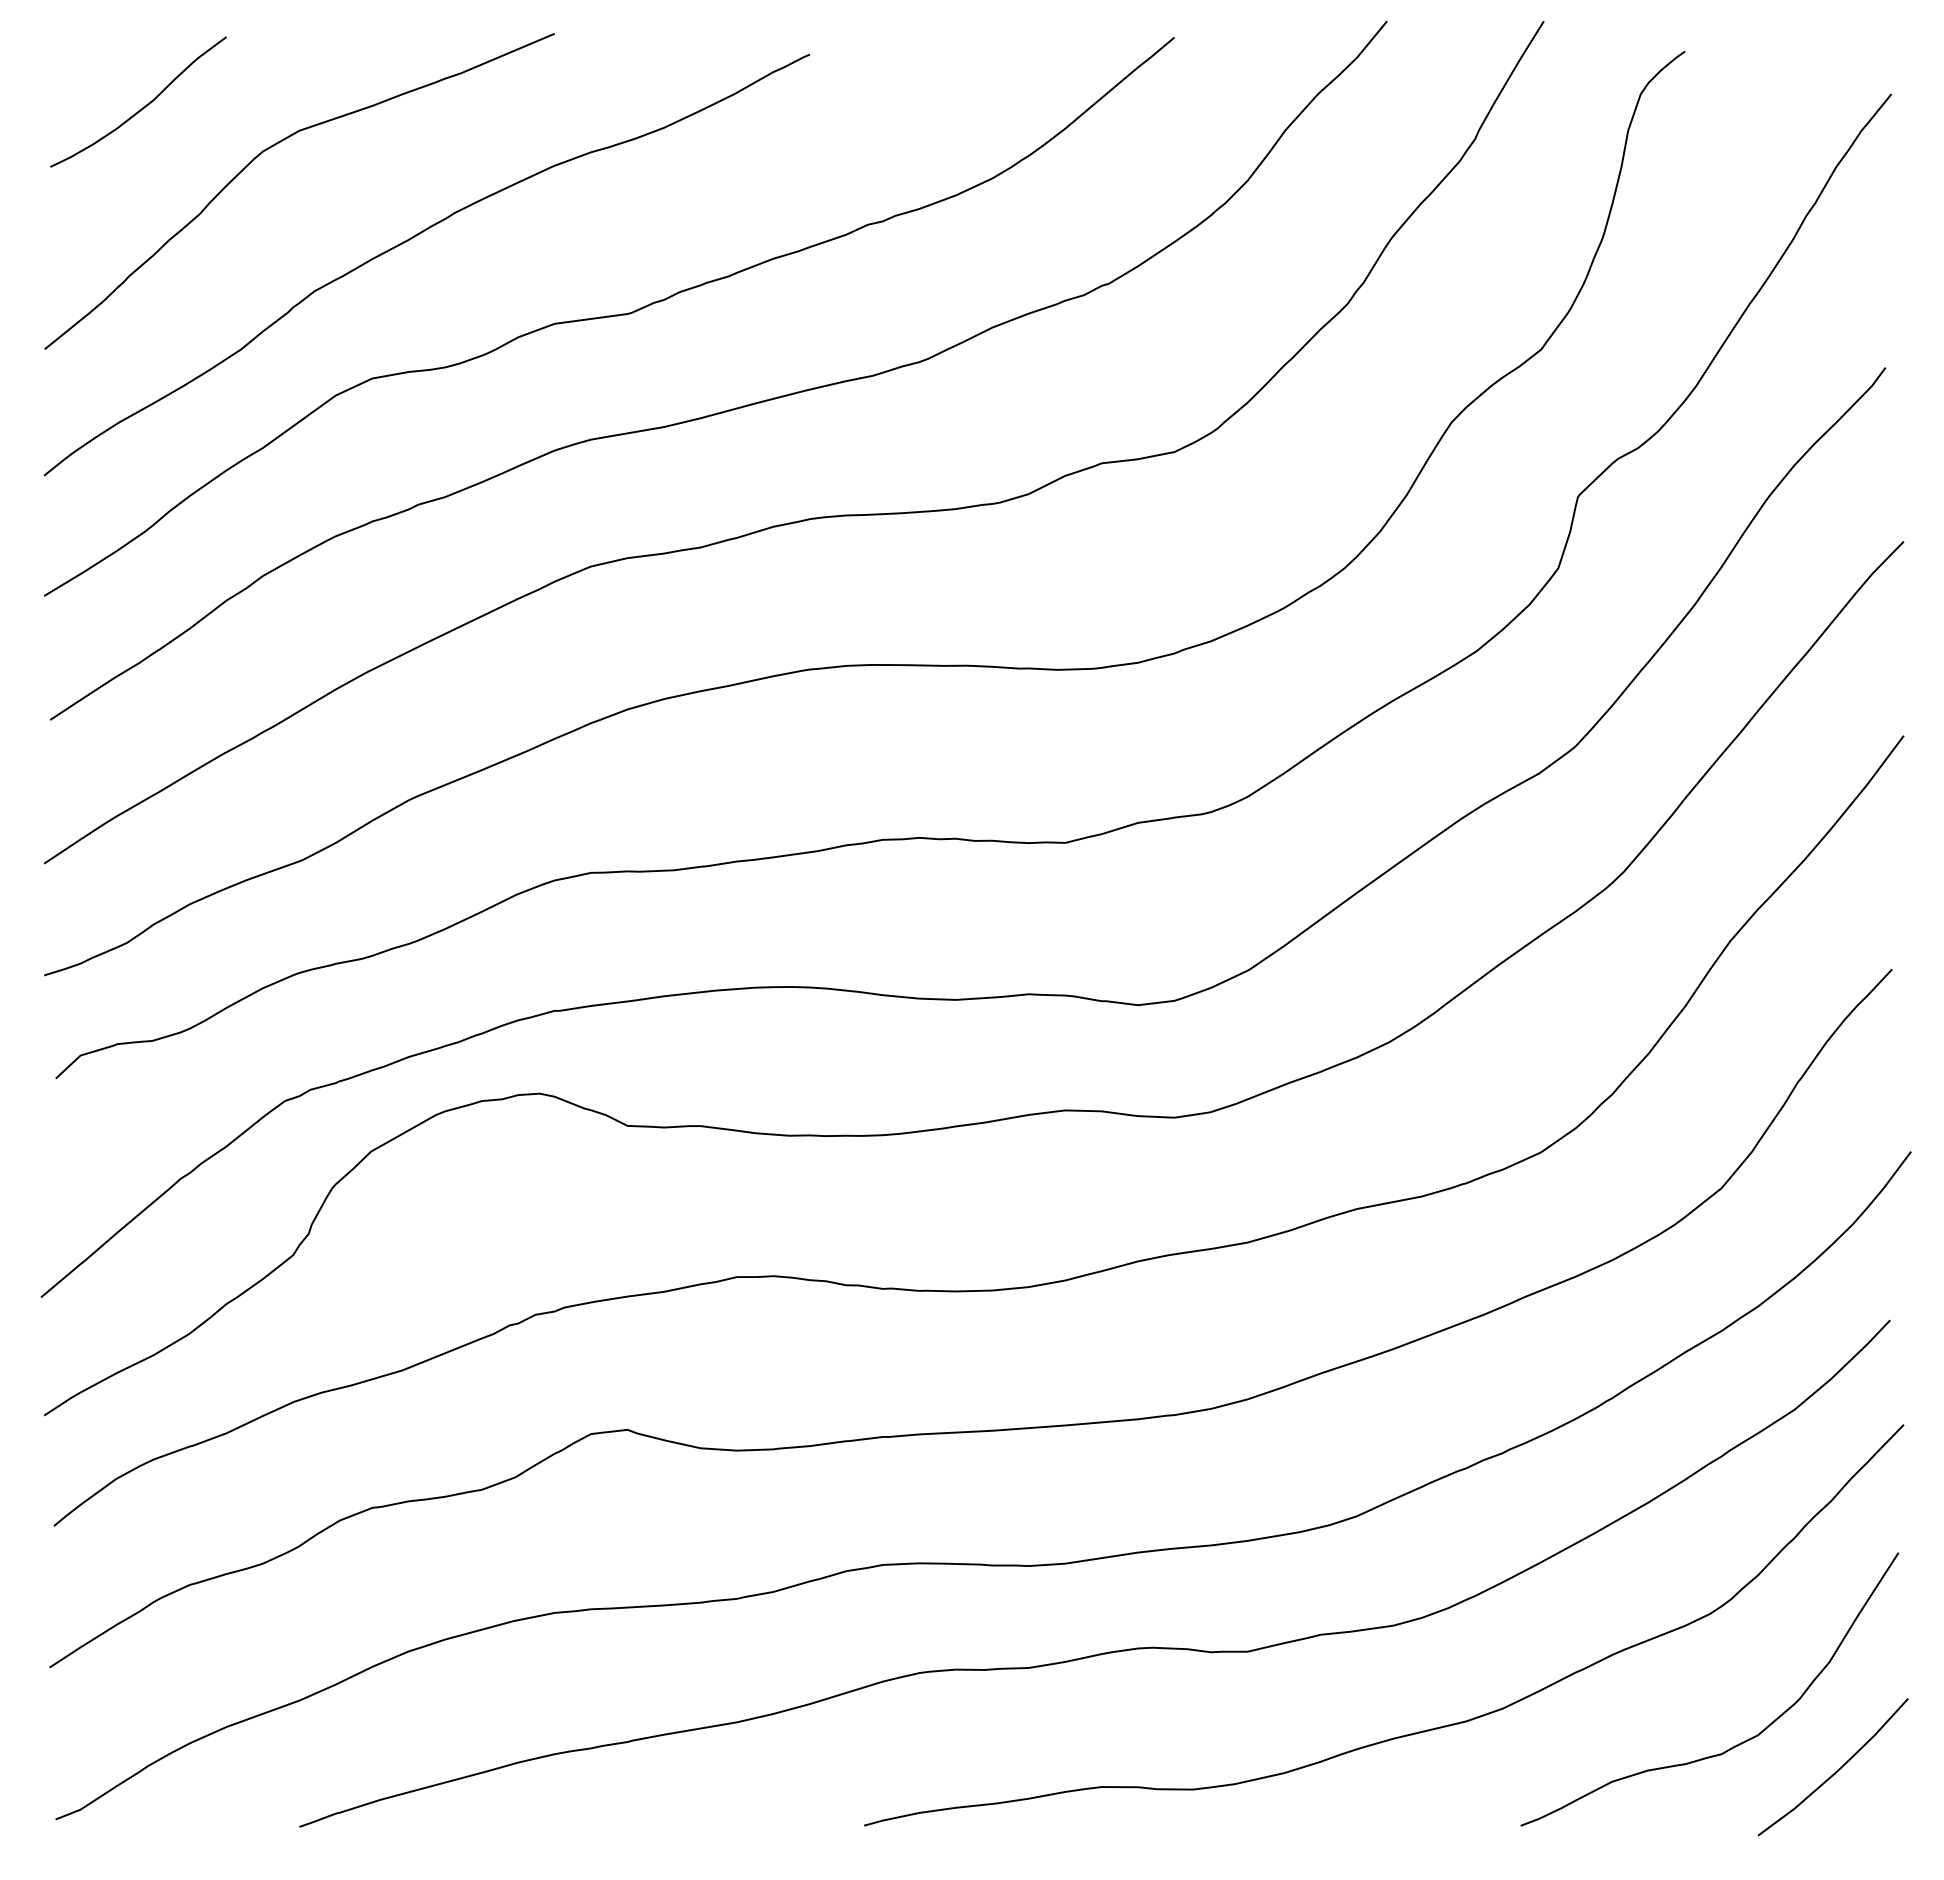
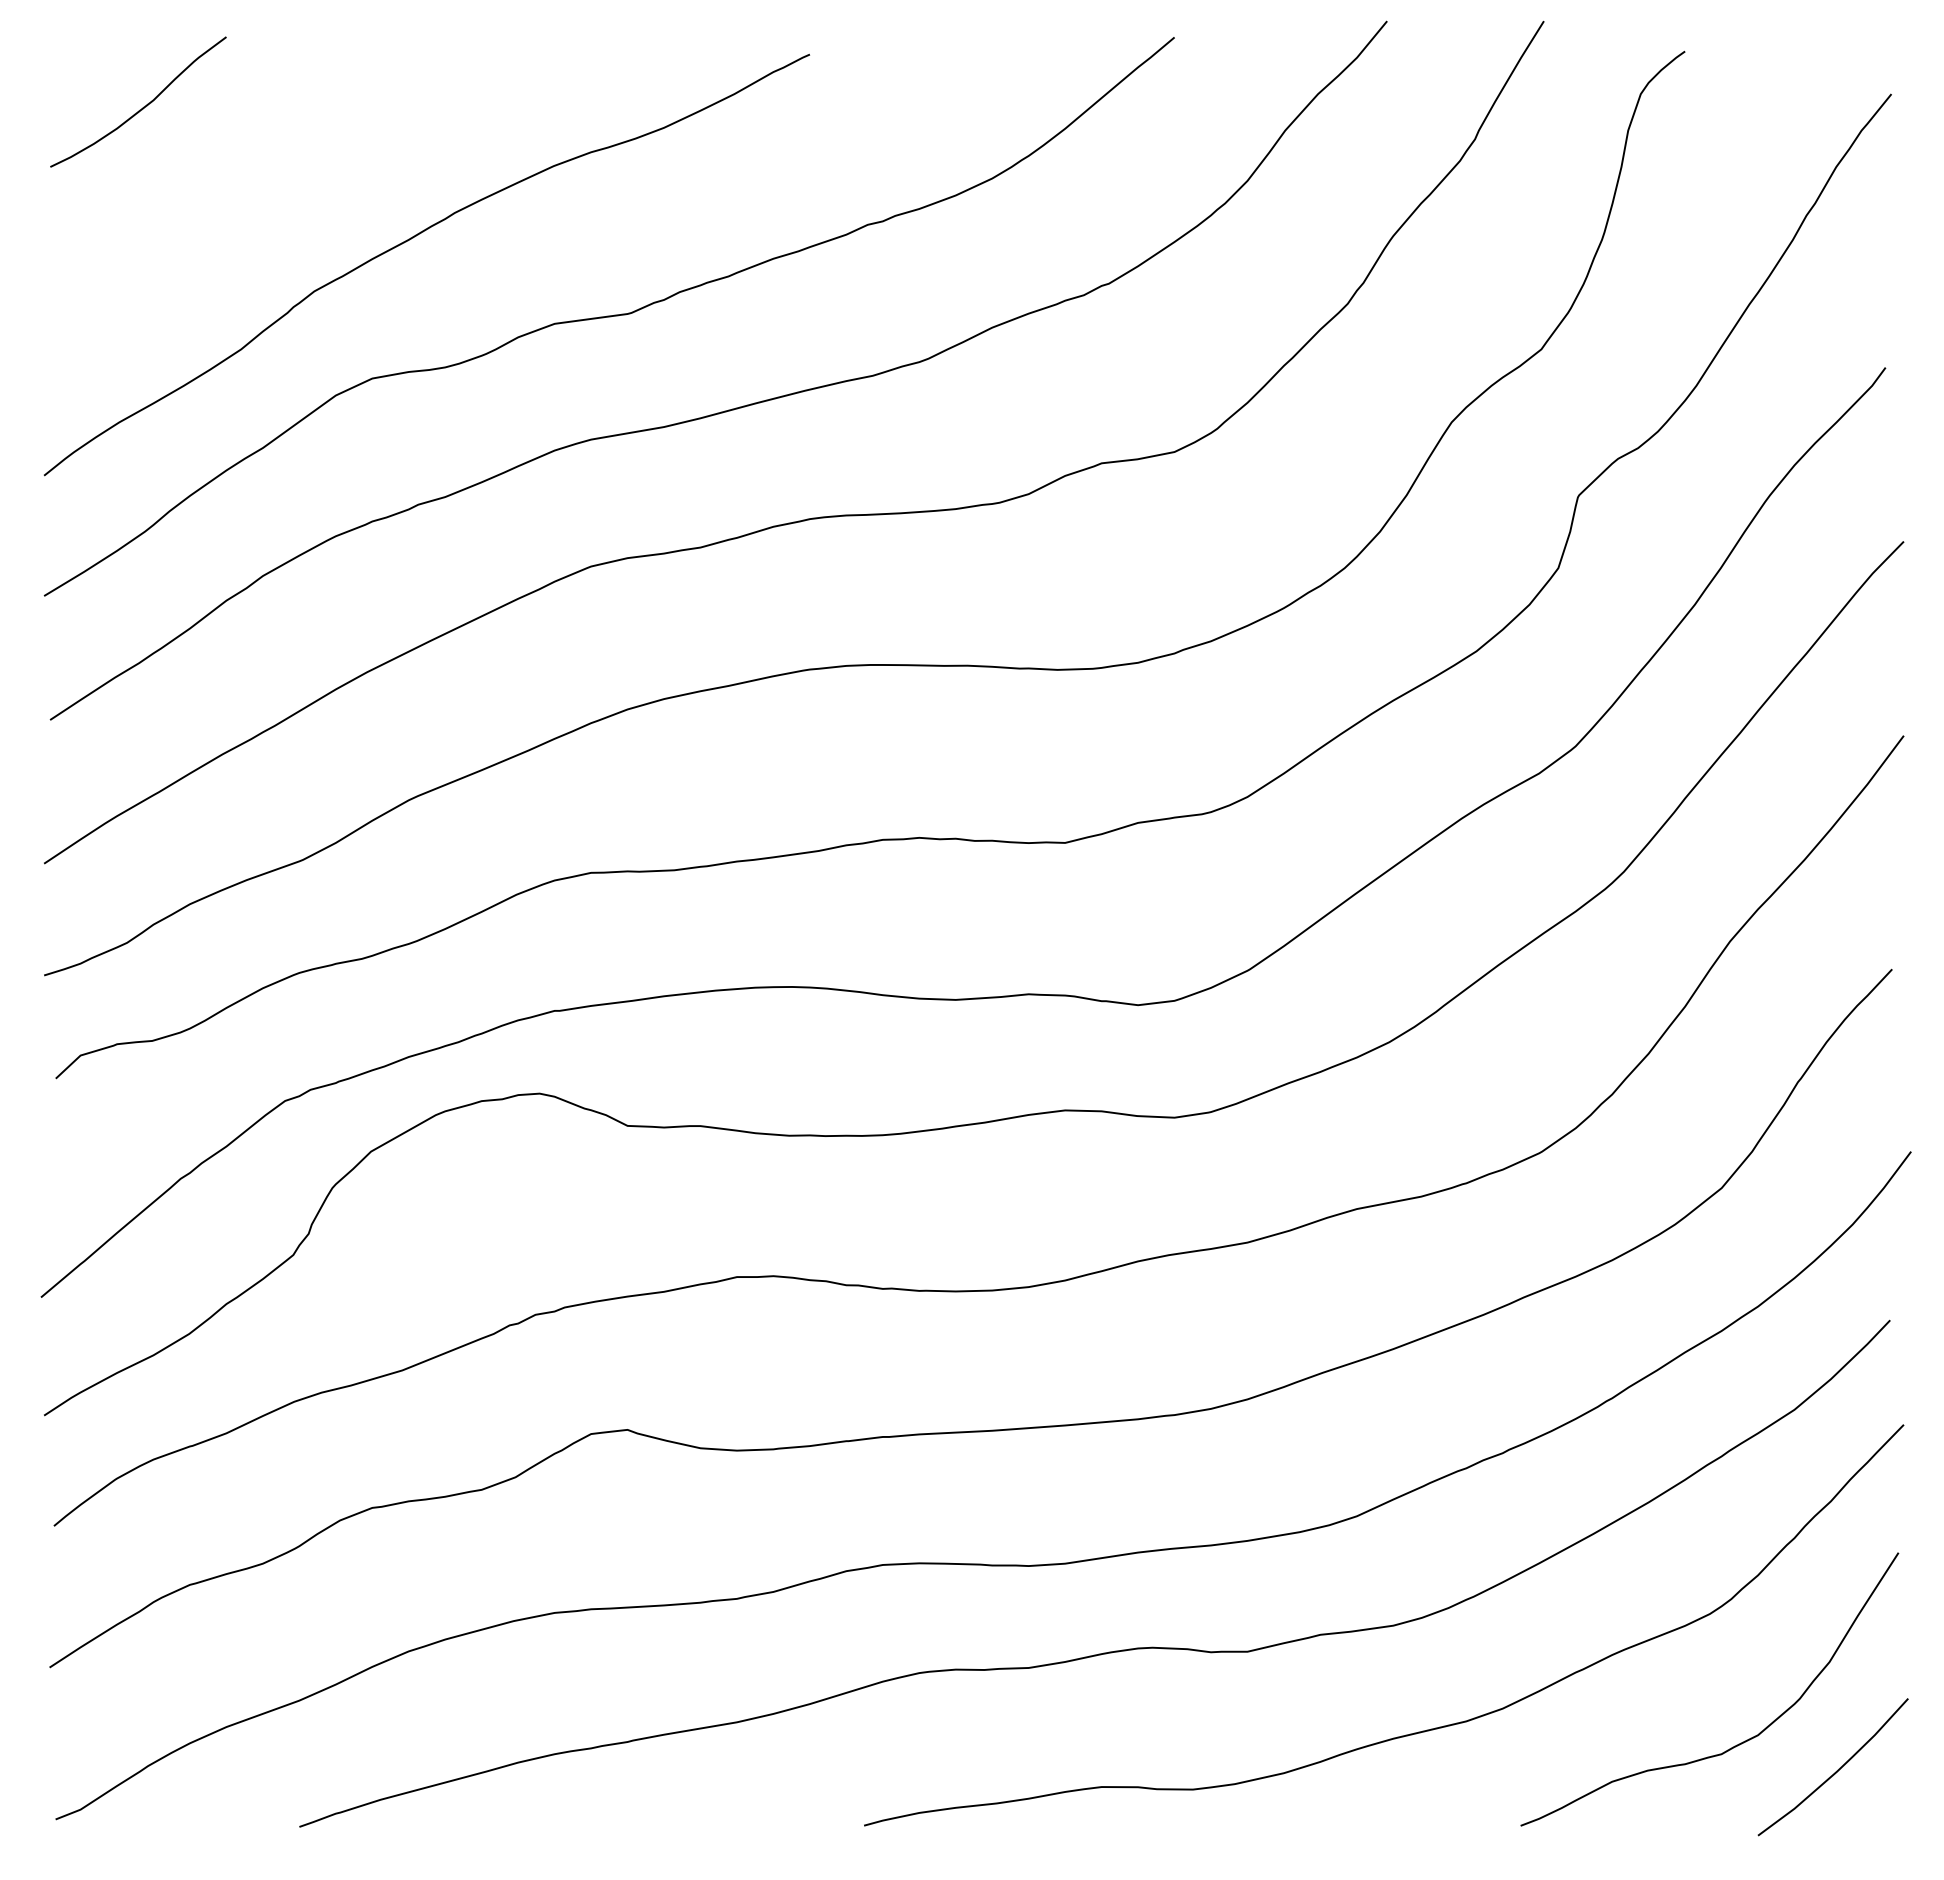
curve at (272, 147): present -> none
